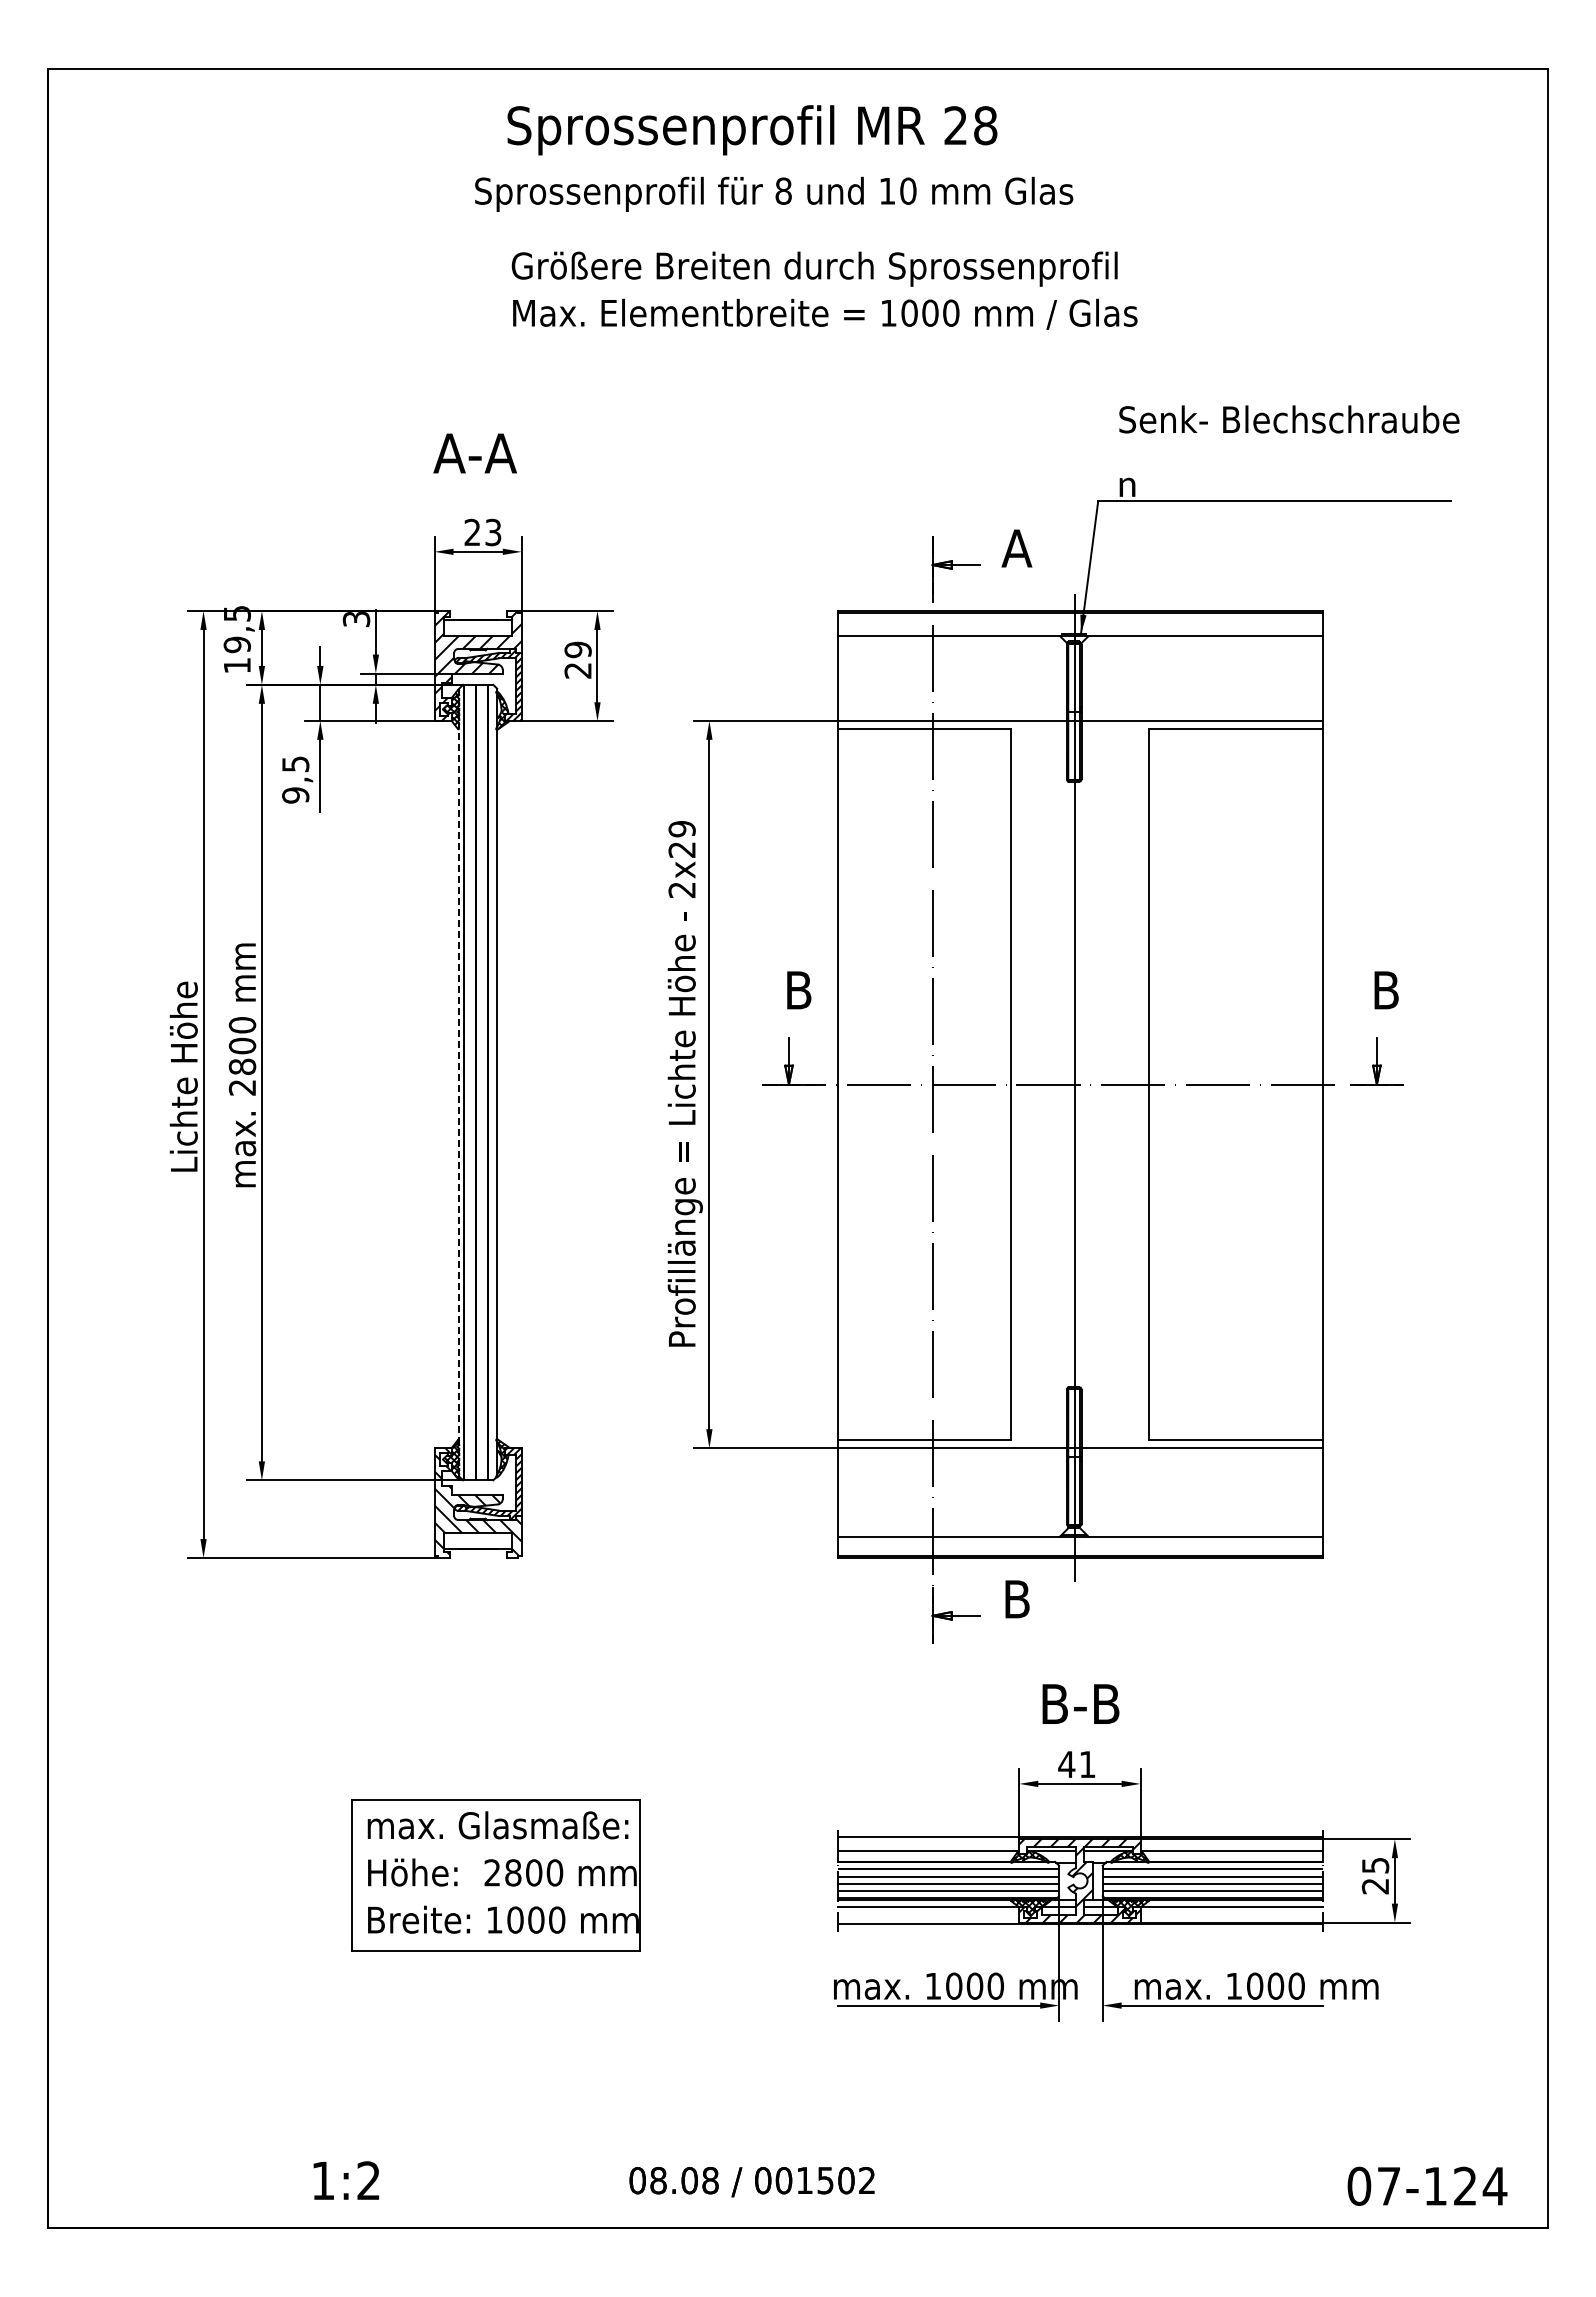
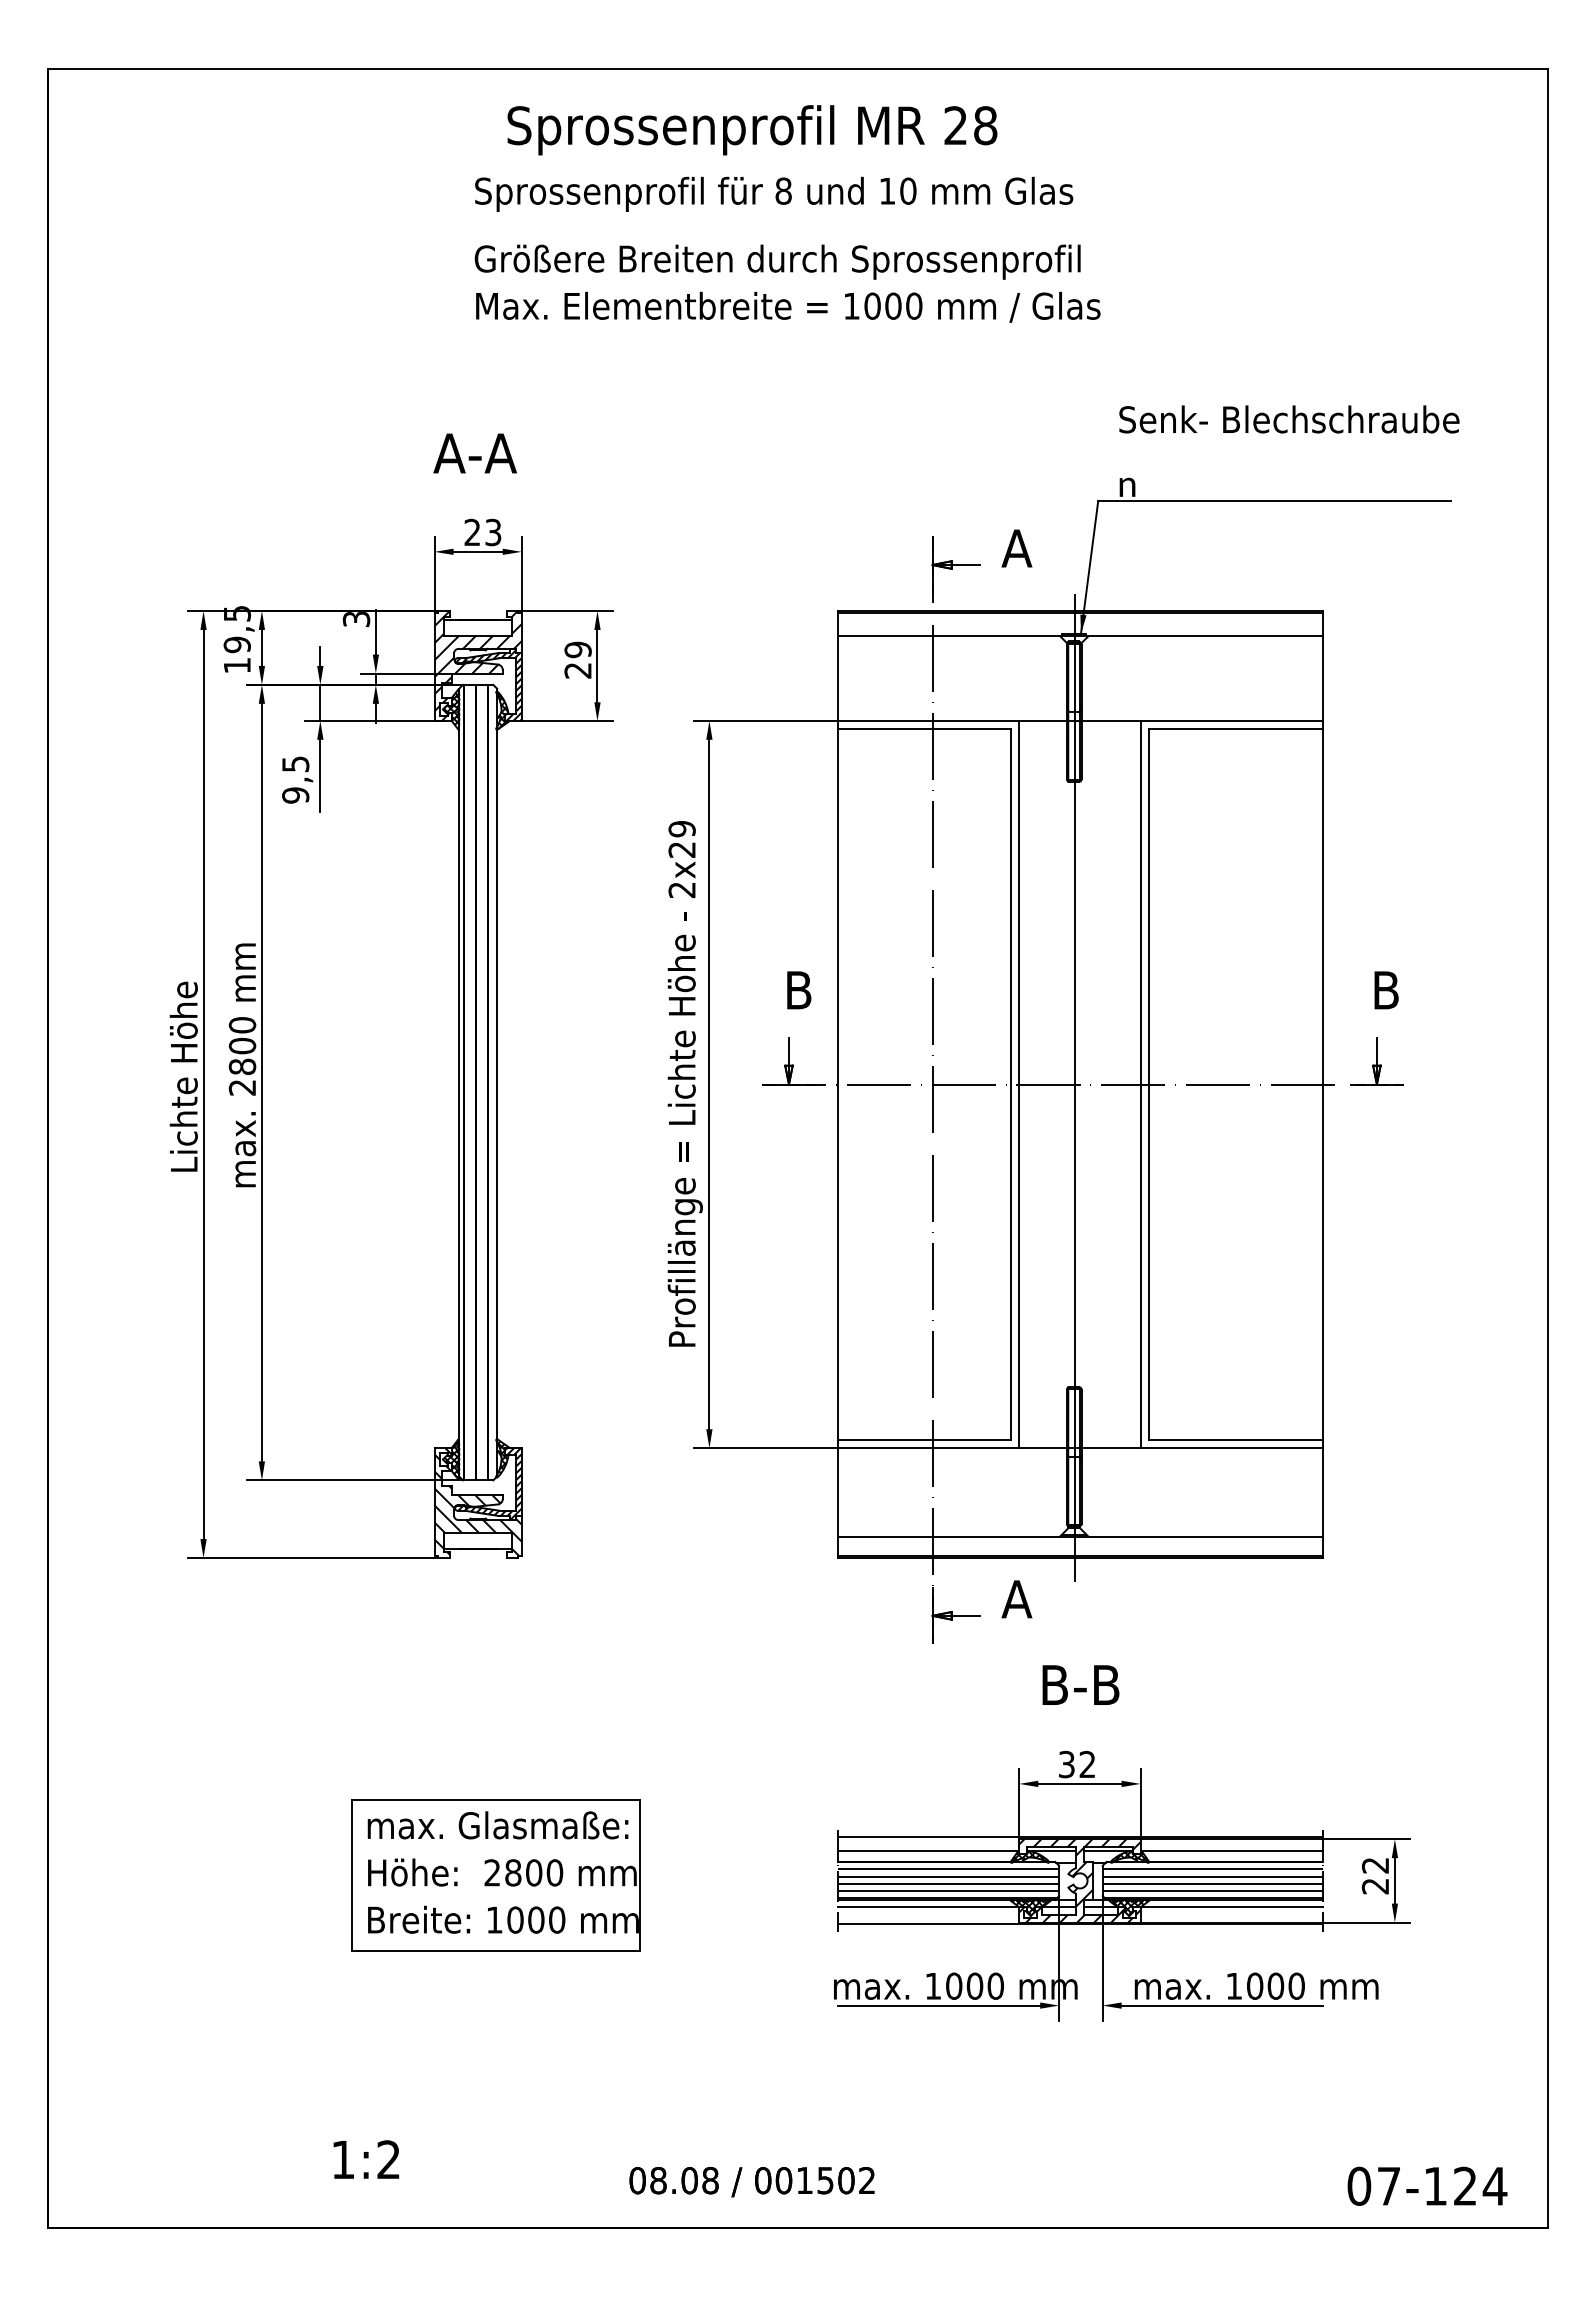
text at (824, 290) position: (824, 290) -> (787, 283)
line at (459, 1082): dashed -> solid
line at (1019, 1084): none -> present
line at (1140, 1084): none -> present
text at (1016, 1599): B -> A
text at (1080, 1703) position: (1080, 1703) -> (1080, 1684)
text at (1076, 1764): 41 -> 32
text at (1375, 1865): 25 -> 22
text at (346, 2180) position: (346, 2180) -> (366, 2159)
